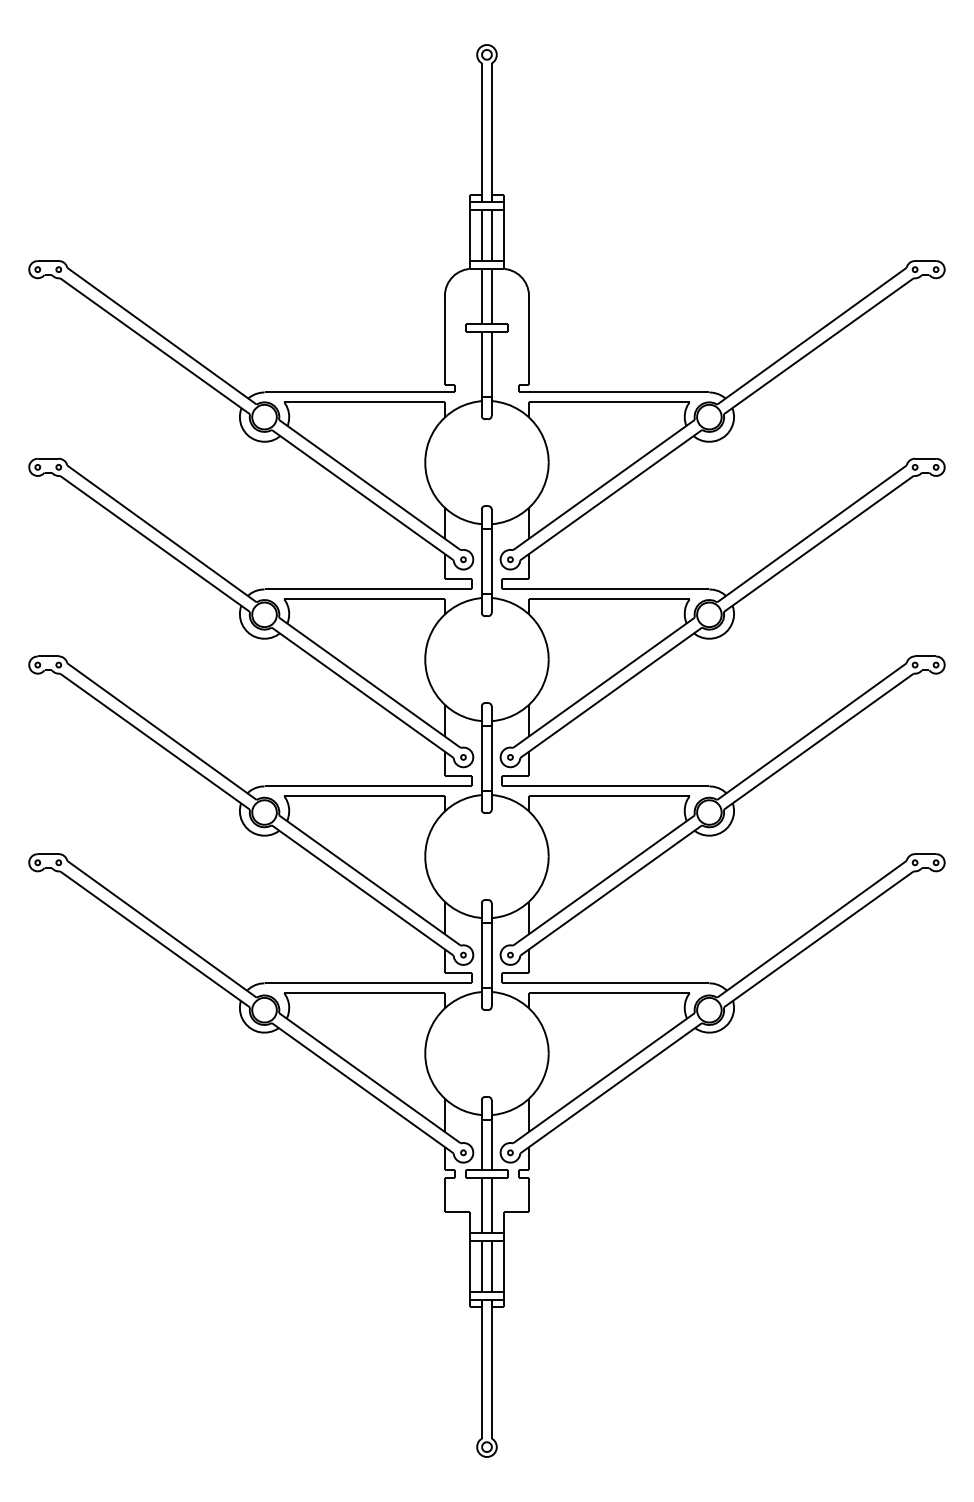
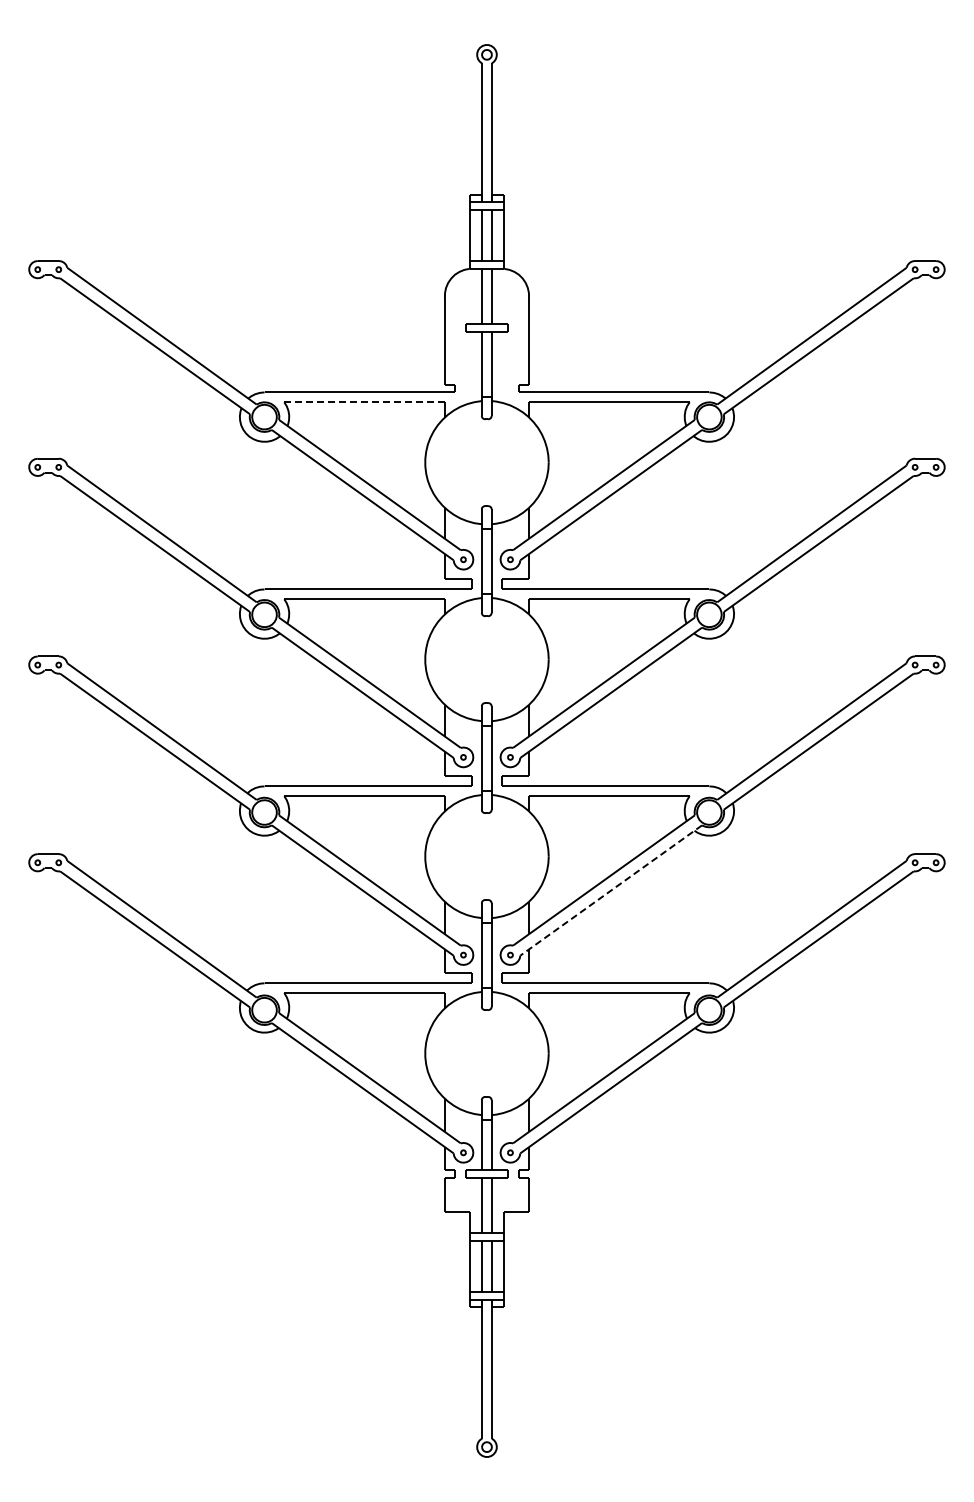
line at (364, 402): solid -> dashed
line at (611, 890): solid -> dashed
